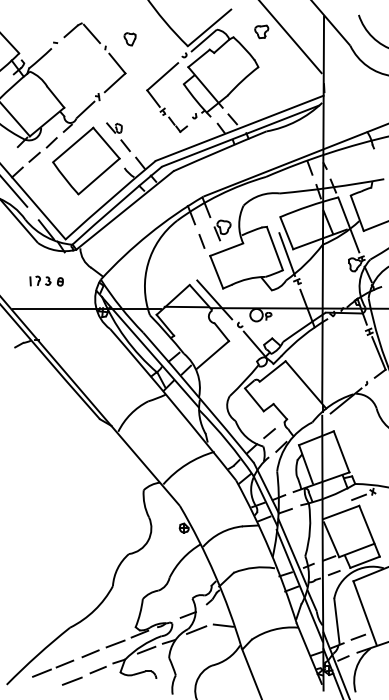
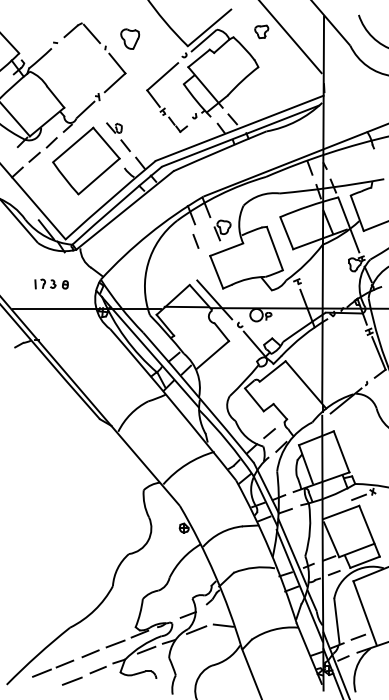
part at (129, 39) size: 14x15 px -> 21x22 px
line at (14, 192): present -> none
line at (201, 241) position: (201, 241) -> (195, 241)
line at (287, 254): present -> none
part at (46, 280) position: (46, 280) -> (51, 283)
